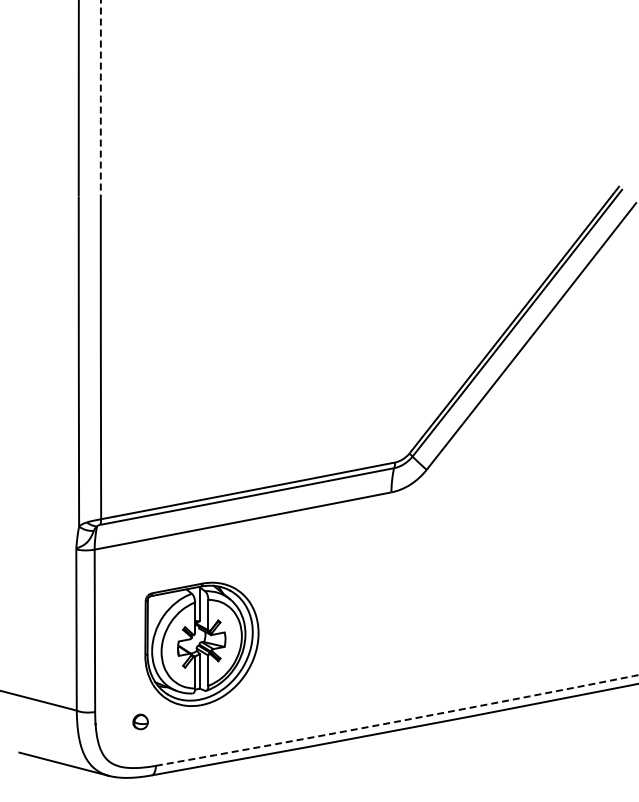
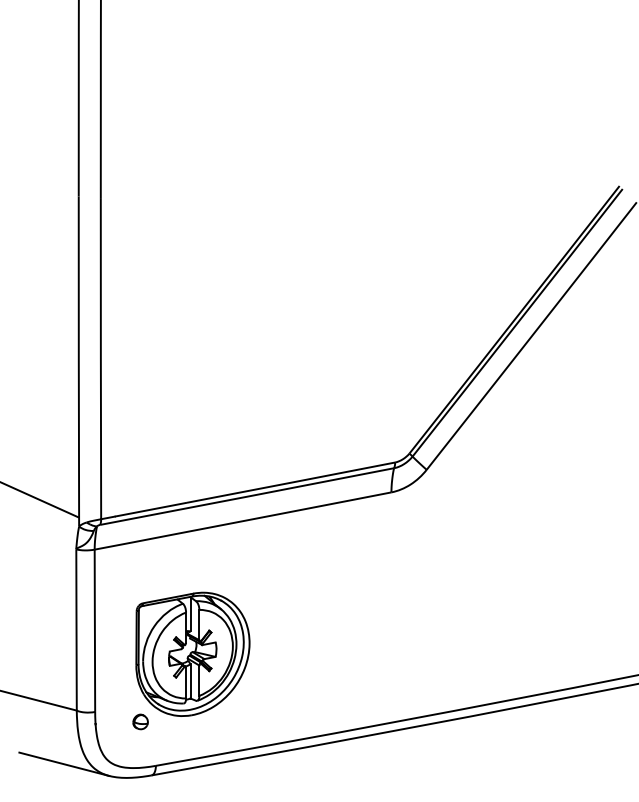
arc at (100, 99): dashed -> solid
line at (40, 499): none -> present
part at (201, 643) position: (201, 643) -> (192, 653)
arc at (397, 721): dashed -> solid
